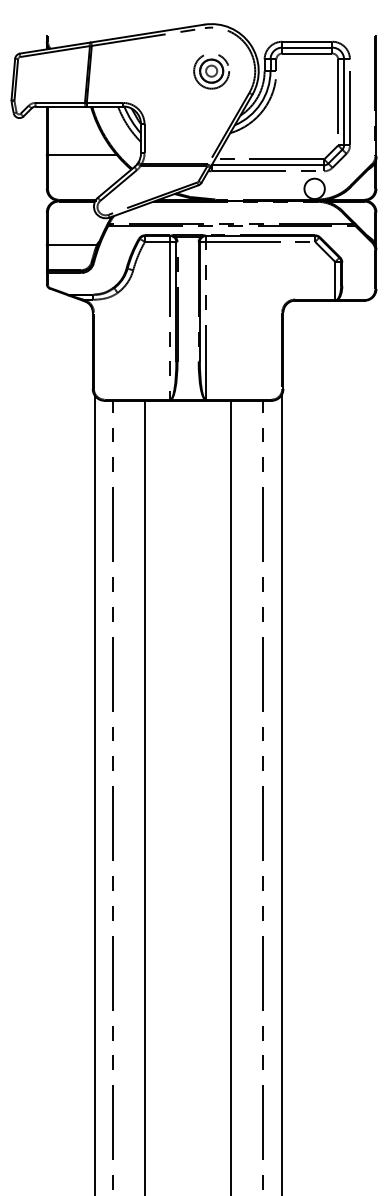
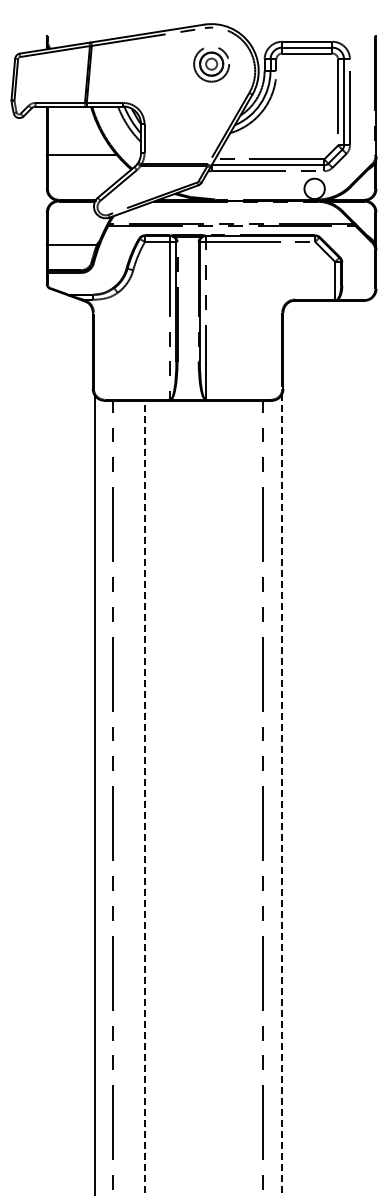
part at (211, 71) position: (211, 71) -> (211, 64)
line at (281, 795): solid -> dashed
line at (231, 796): present -> none
line at (145, 797): solid -> dashed
